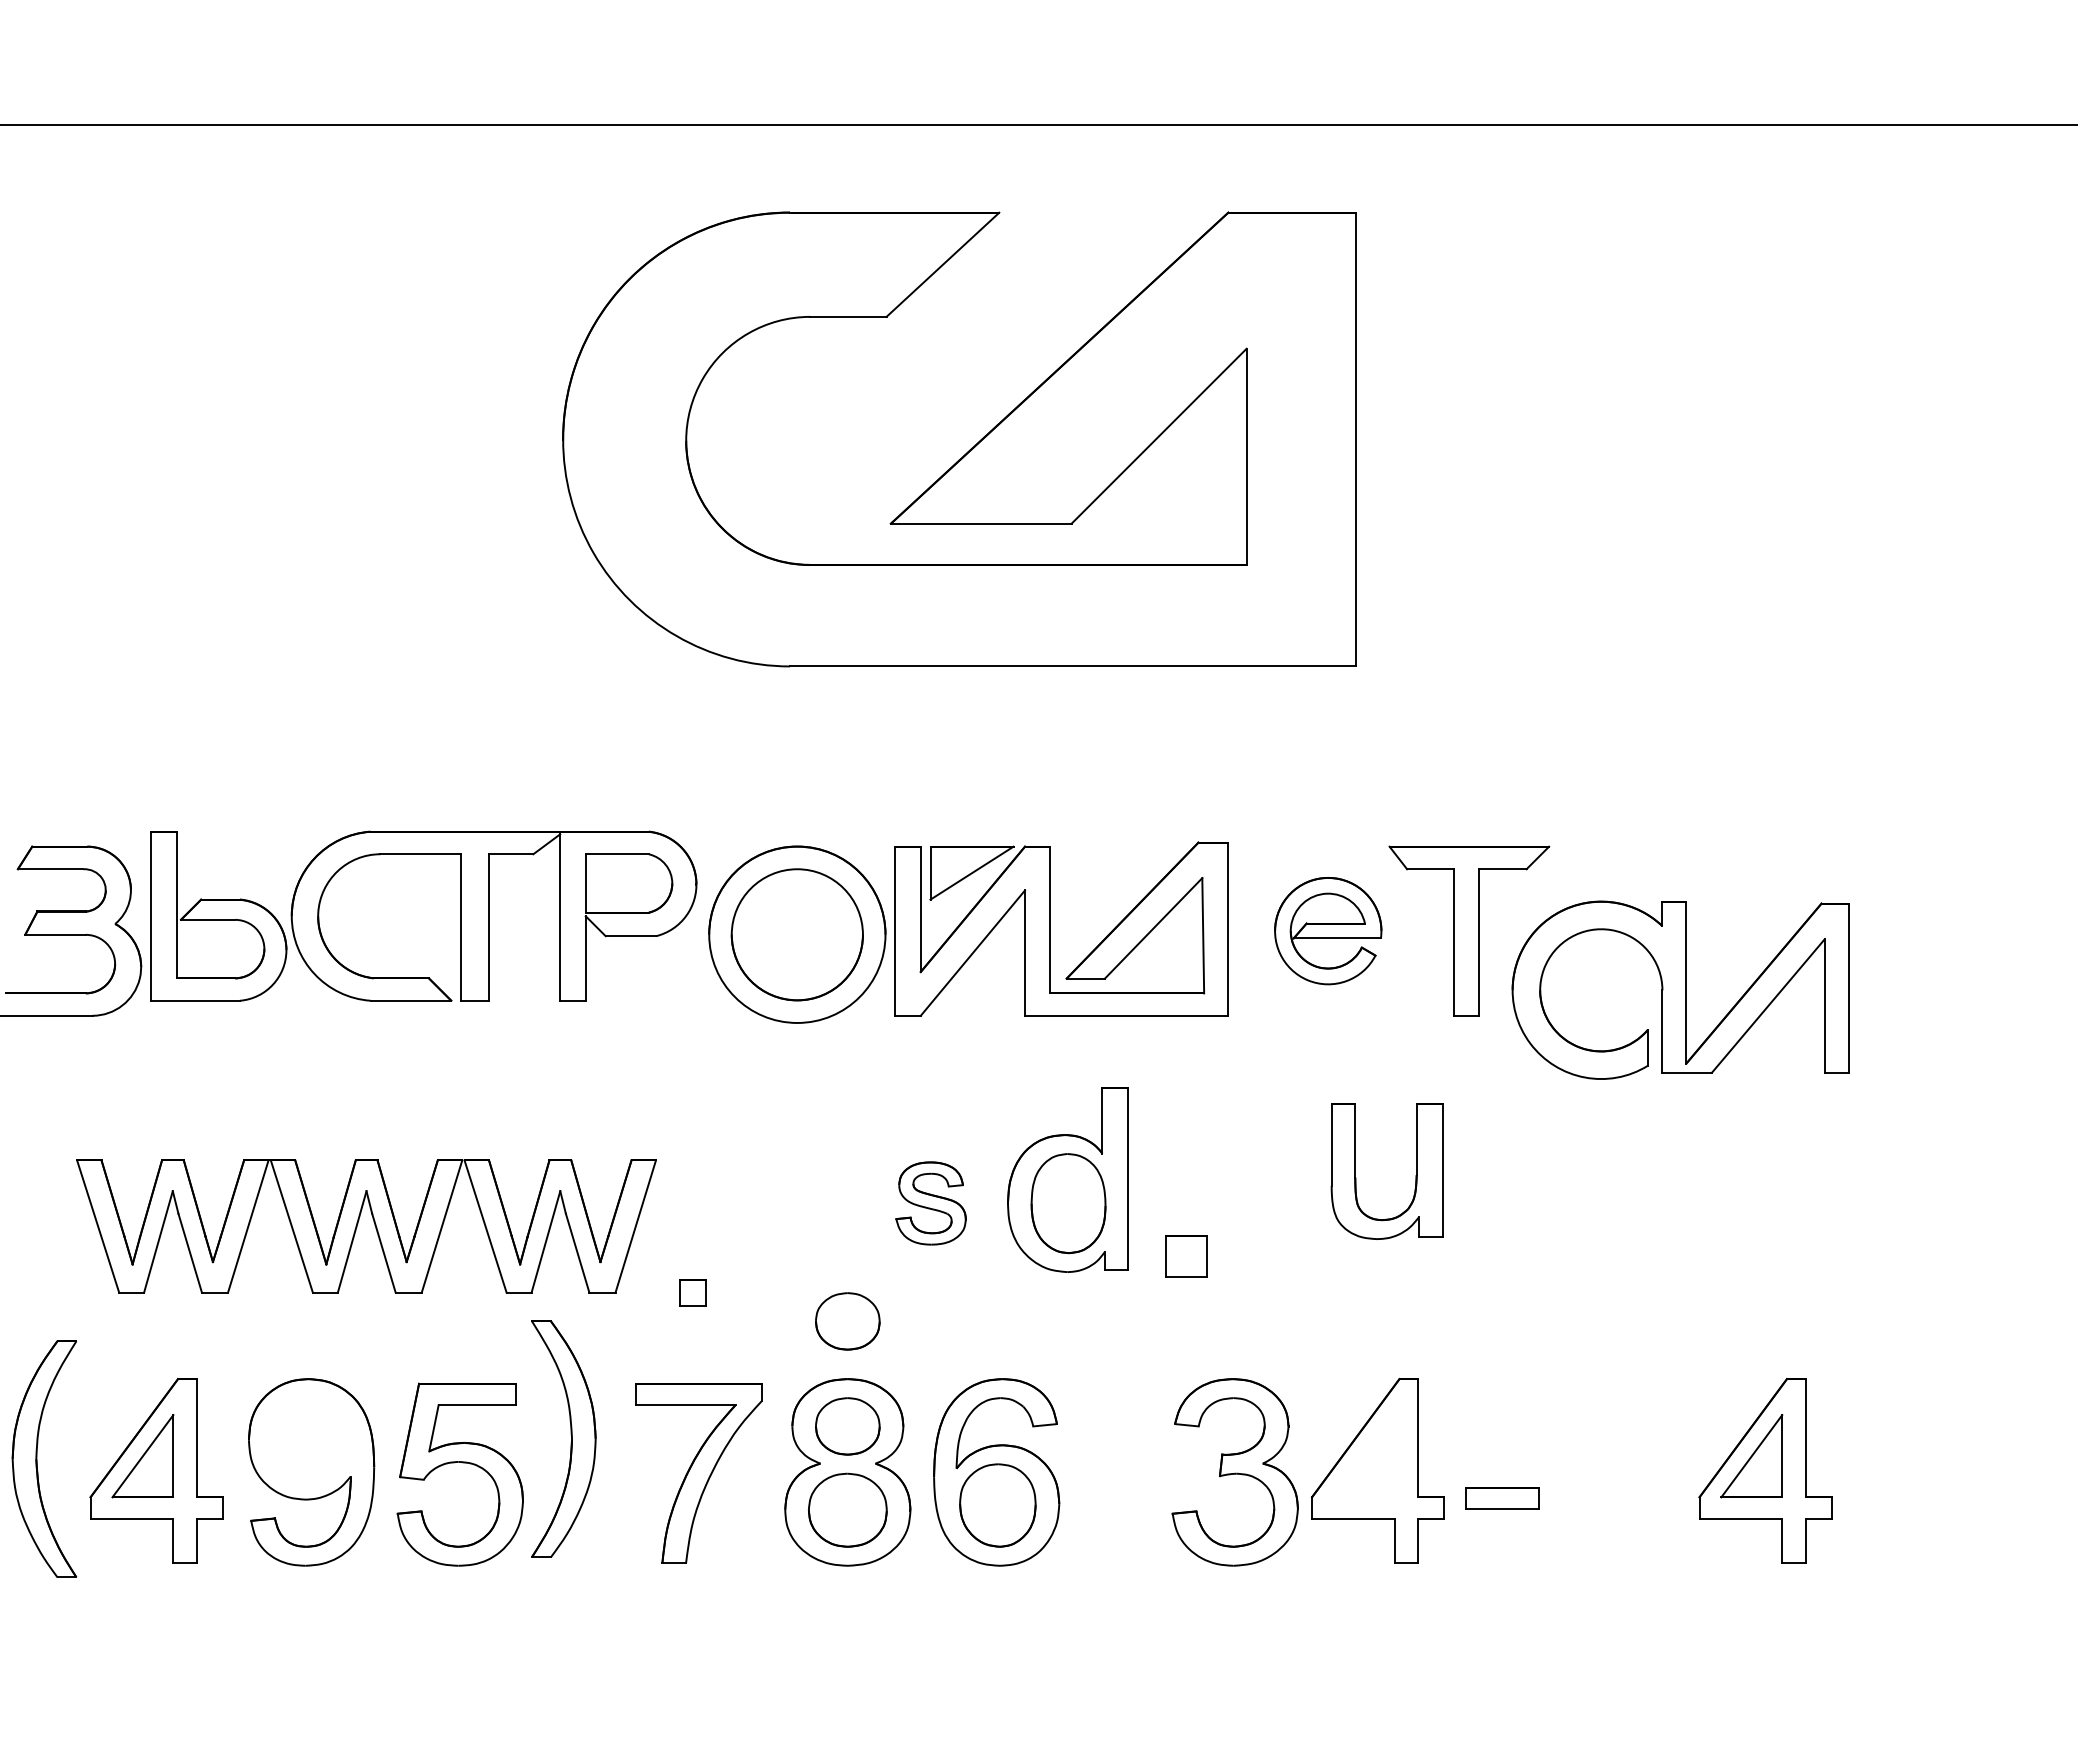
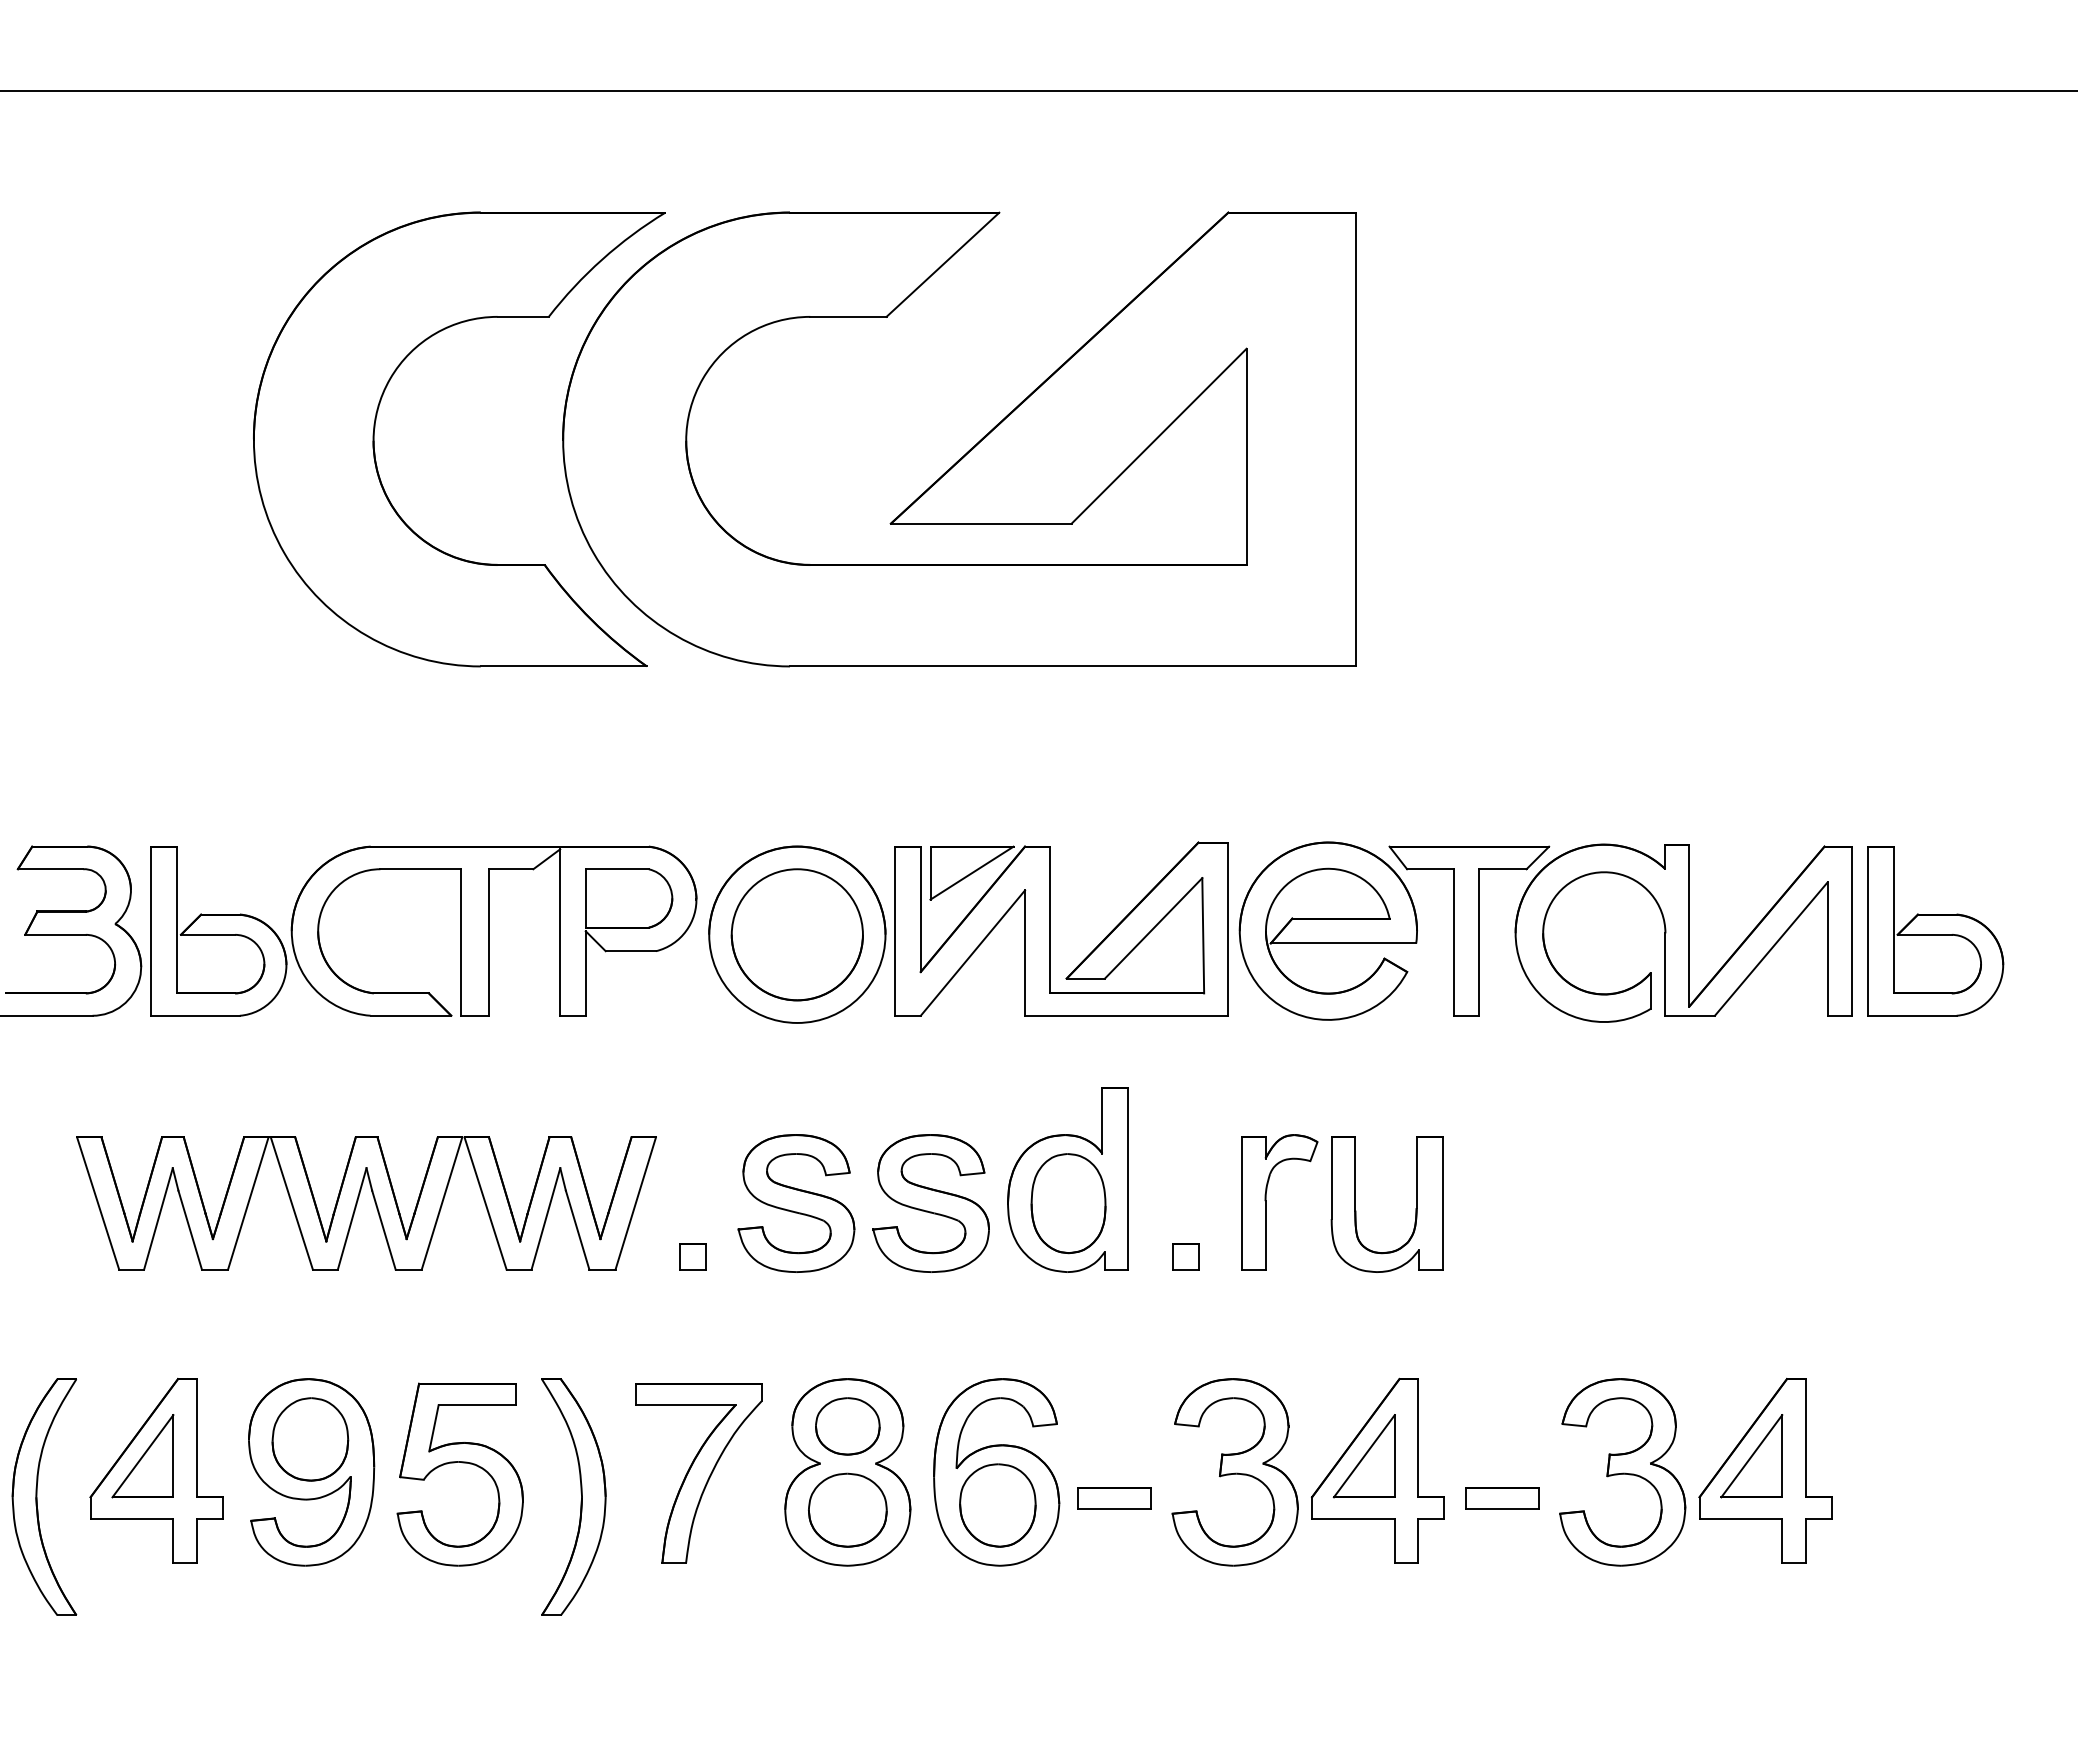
line at (1038, 124) position: (1038, 124) -> (1038, 90)
part at (375, 428): none -> present
part at (460, 915) position: (460, 915) -> (460, 930)
part at (1328, 931) size: 109x109 px -> 180x180 px
part at (1935, 931): none -> present
part at (1680, 989) position: (1680, 989) -> (1683, 932)
part at (1415, 1175) position: (1415, 1175) -> (1415, 1208)
part at (1266, 1202): none -> present
part at (796, 1203): none -> present
part at (930, 1203) size: 72x85 px -> 118x139 px
part at (373, 1222) position: (373, 1222) -> (373, 1199)
part at (1186, 1256) size: 43x43 px -> 28x28 px
part at (692, 1292) position: (692, 1292) -> (692, 1256)
part at (847, 1321): present -> none
part at (571, 1438) position: (571, 1438) -> (581, 1496)
part at (310, 1439): none -> present
part at (1363, 1456): none -> present
part at (37, 1458) position: (37, 1458) -> (37, 1496)
part at (1622, 1472): none -> present
part at (1114, 1498): none -> present
